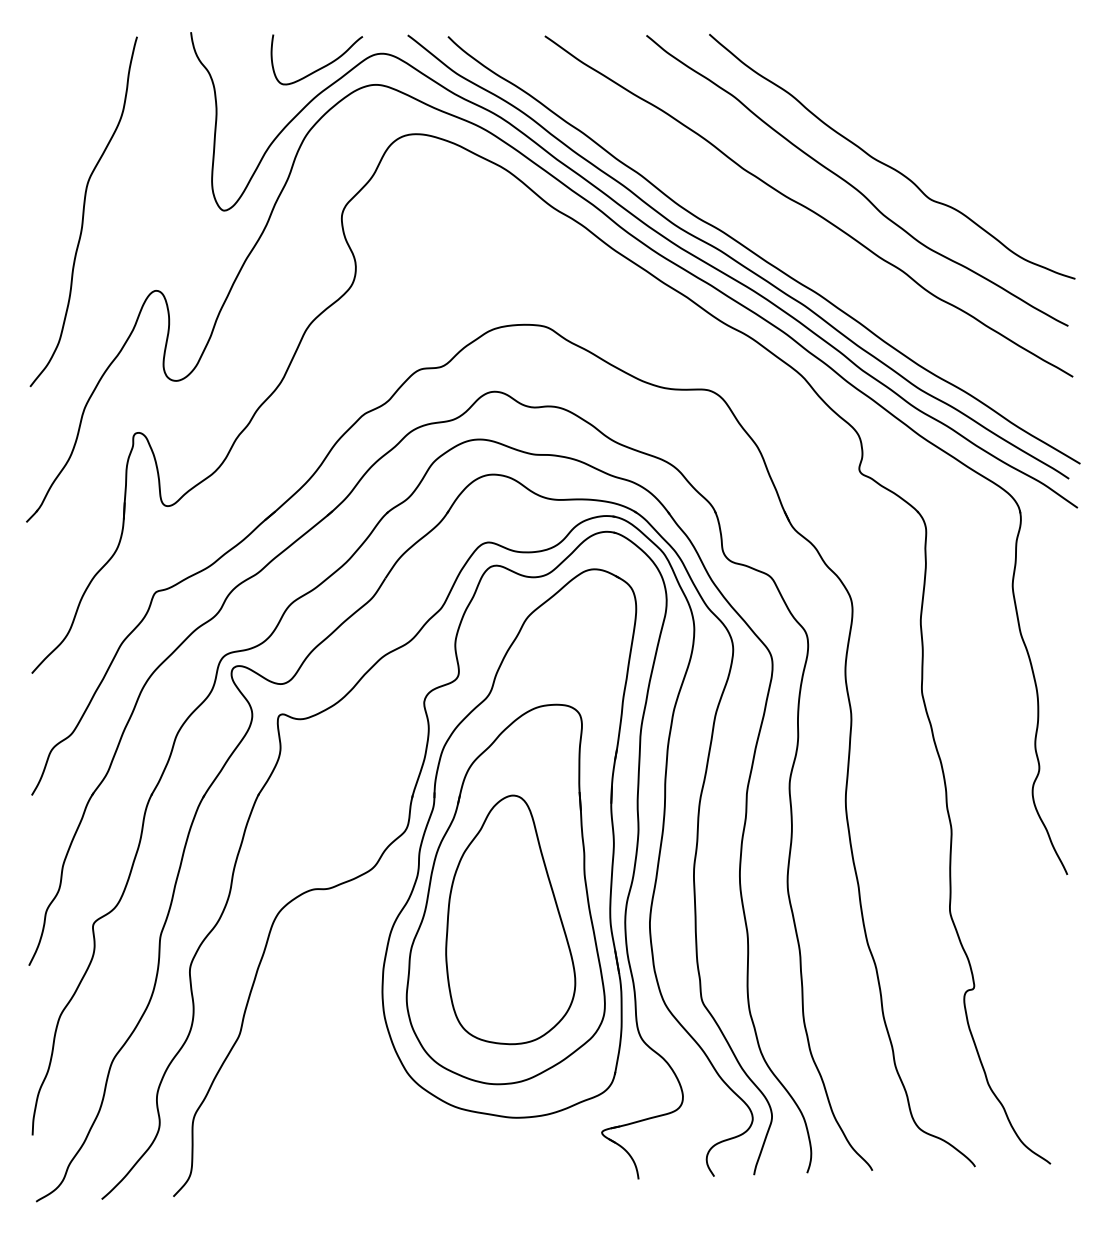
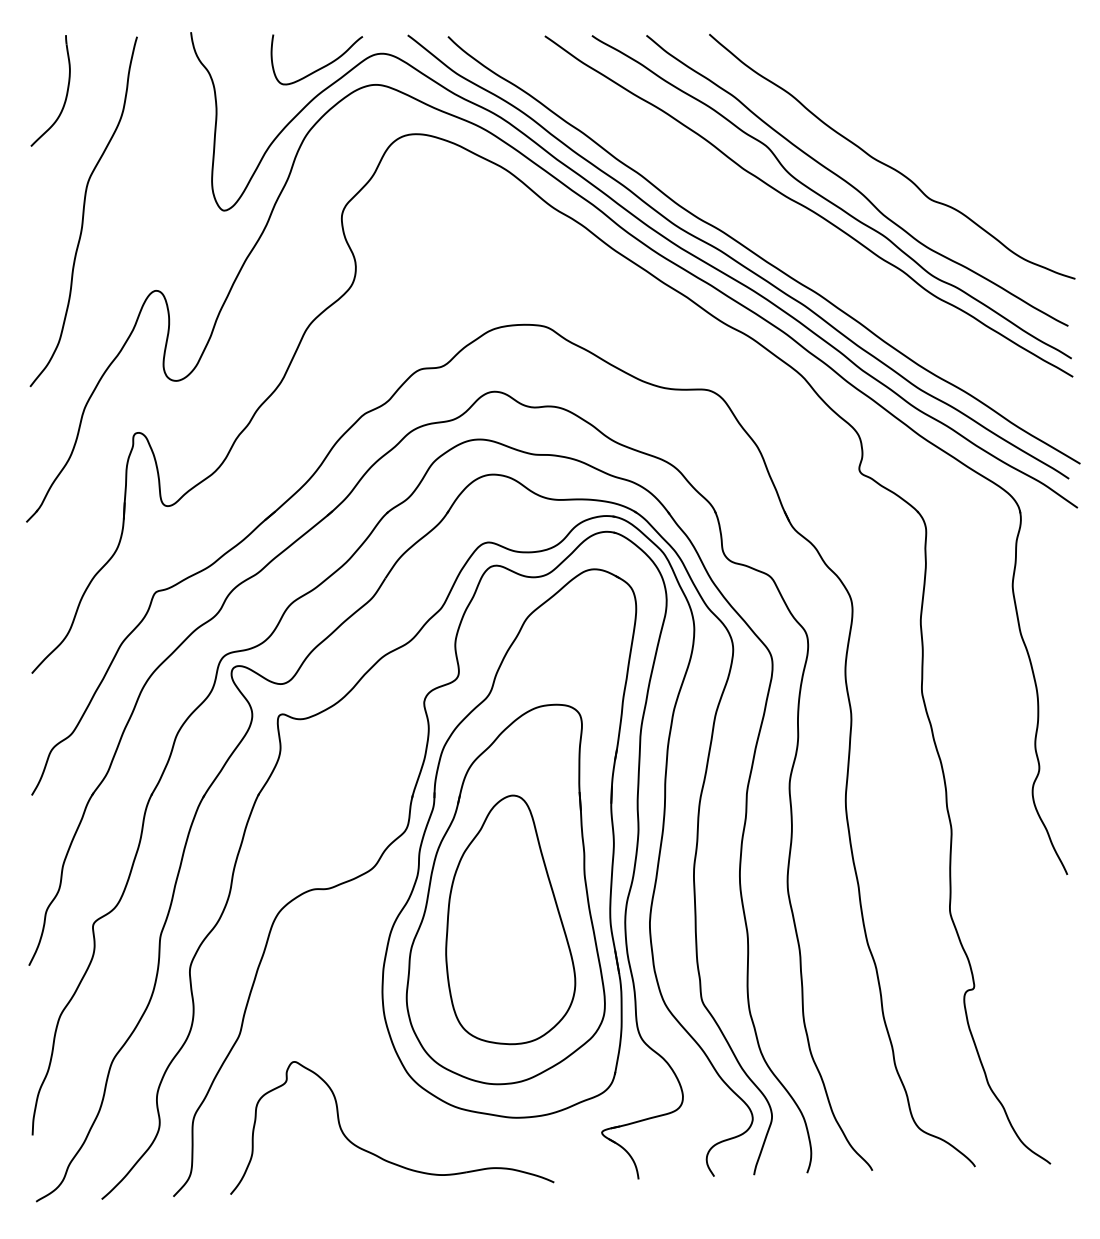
part at (66, 90): none -> present
curve at (828, 199): none -> present
part at (378, 1155): none -> present
